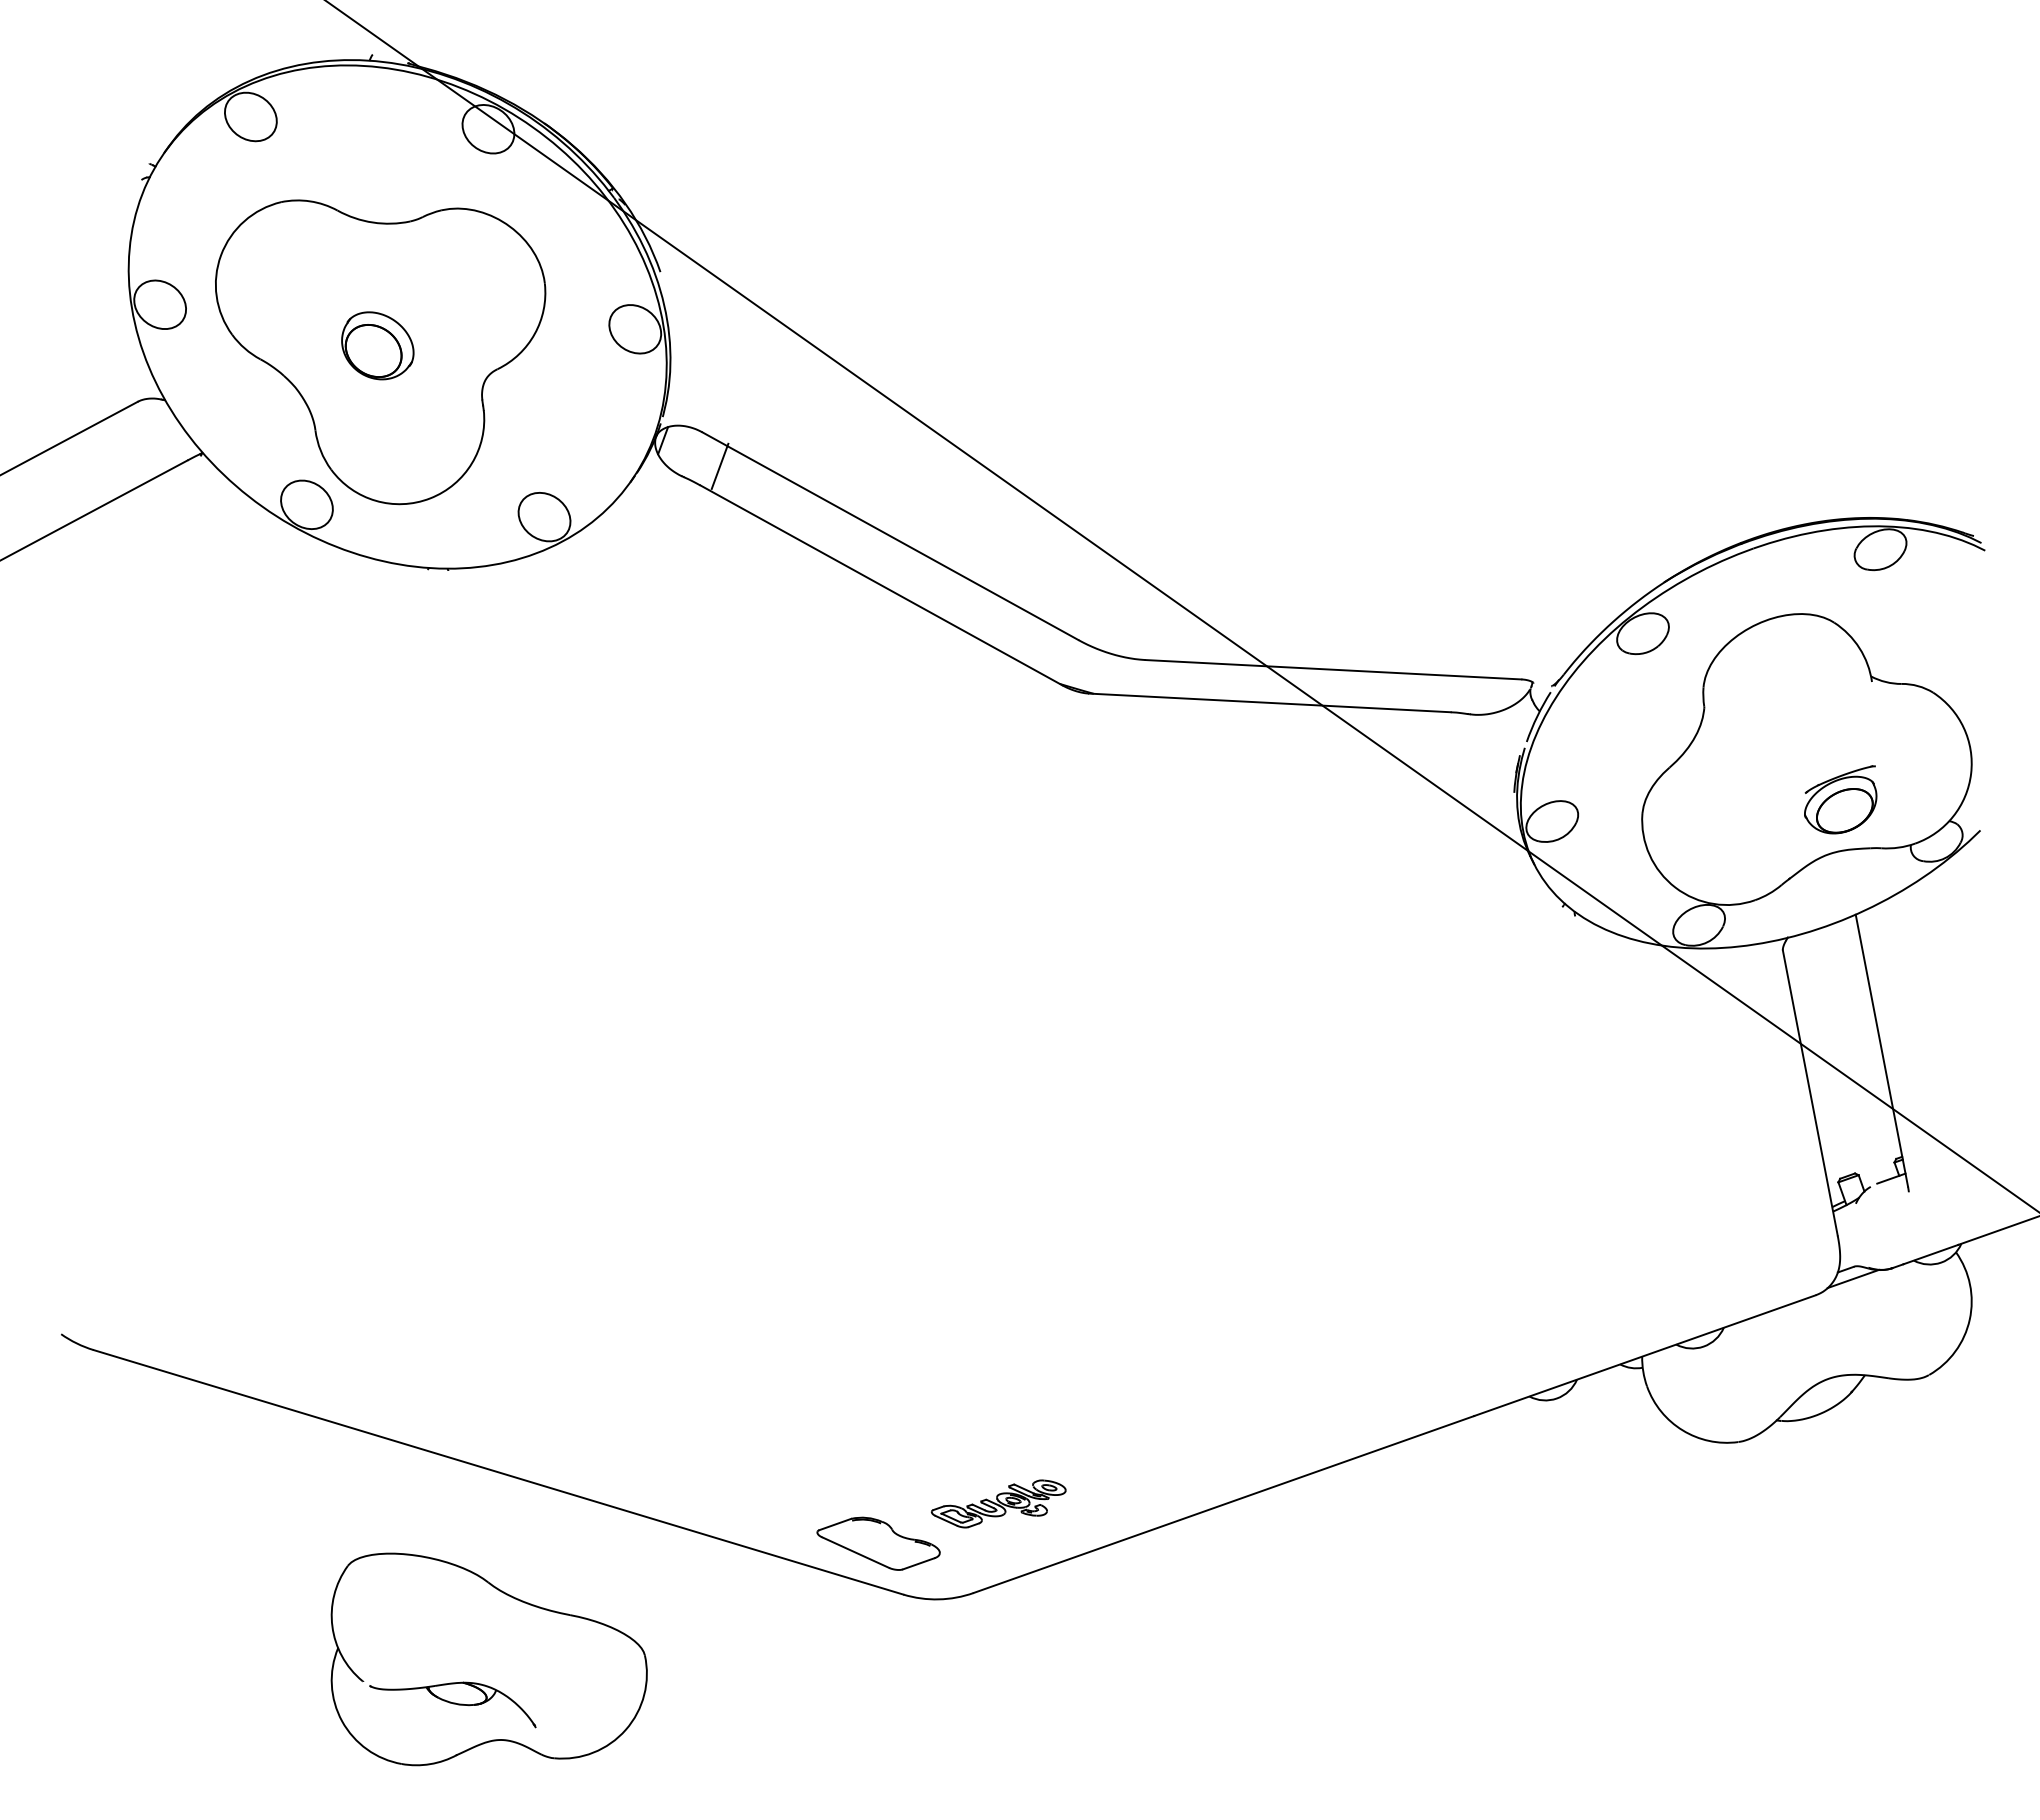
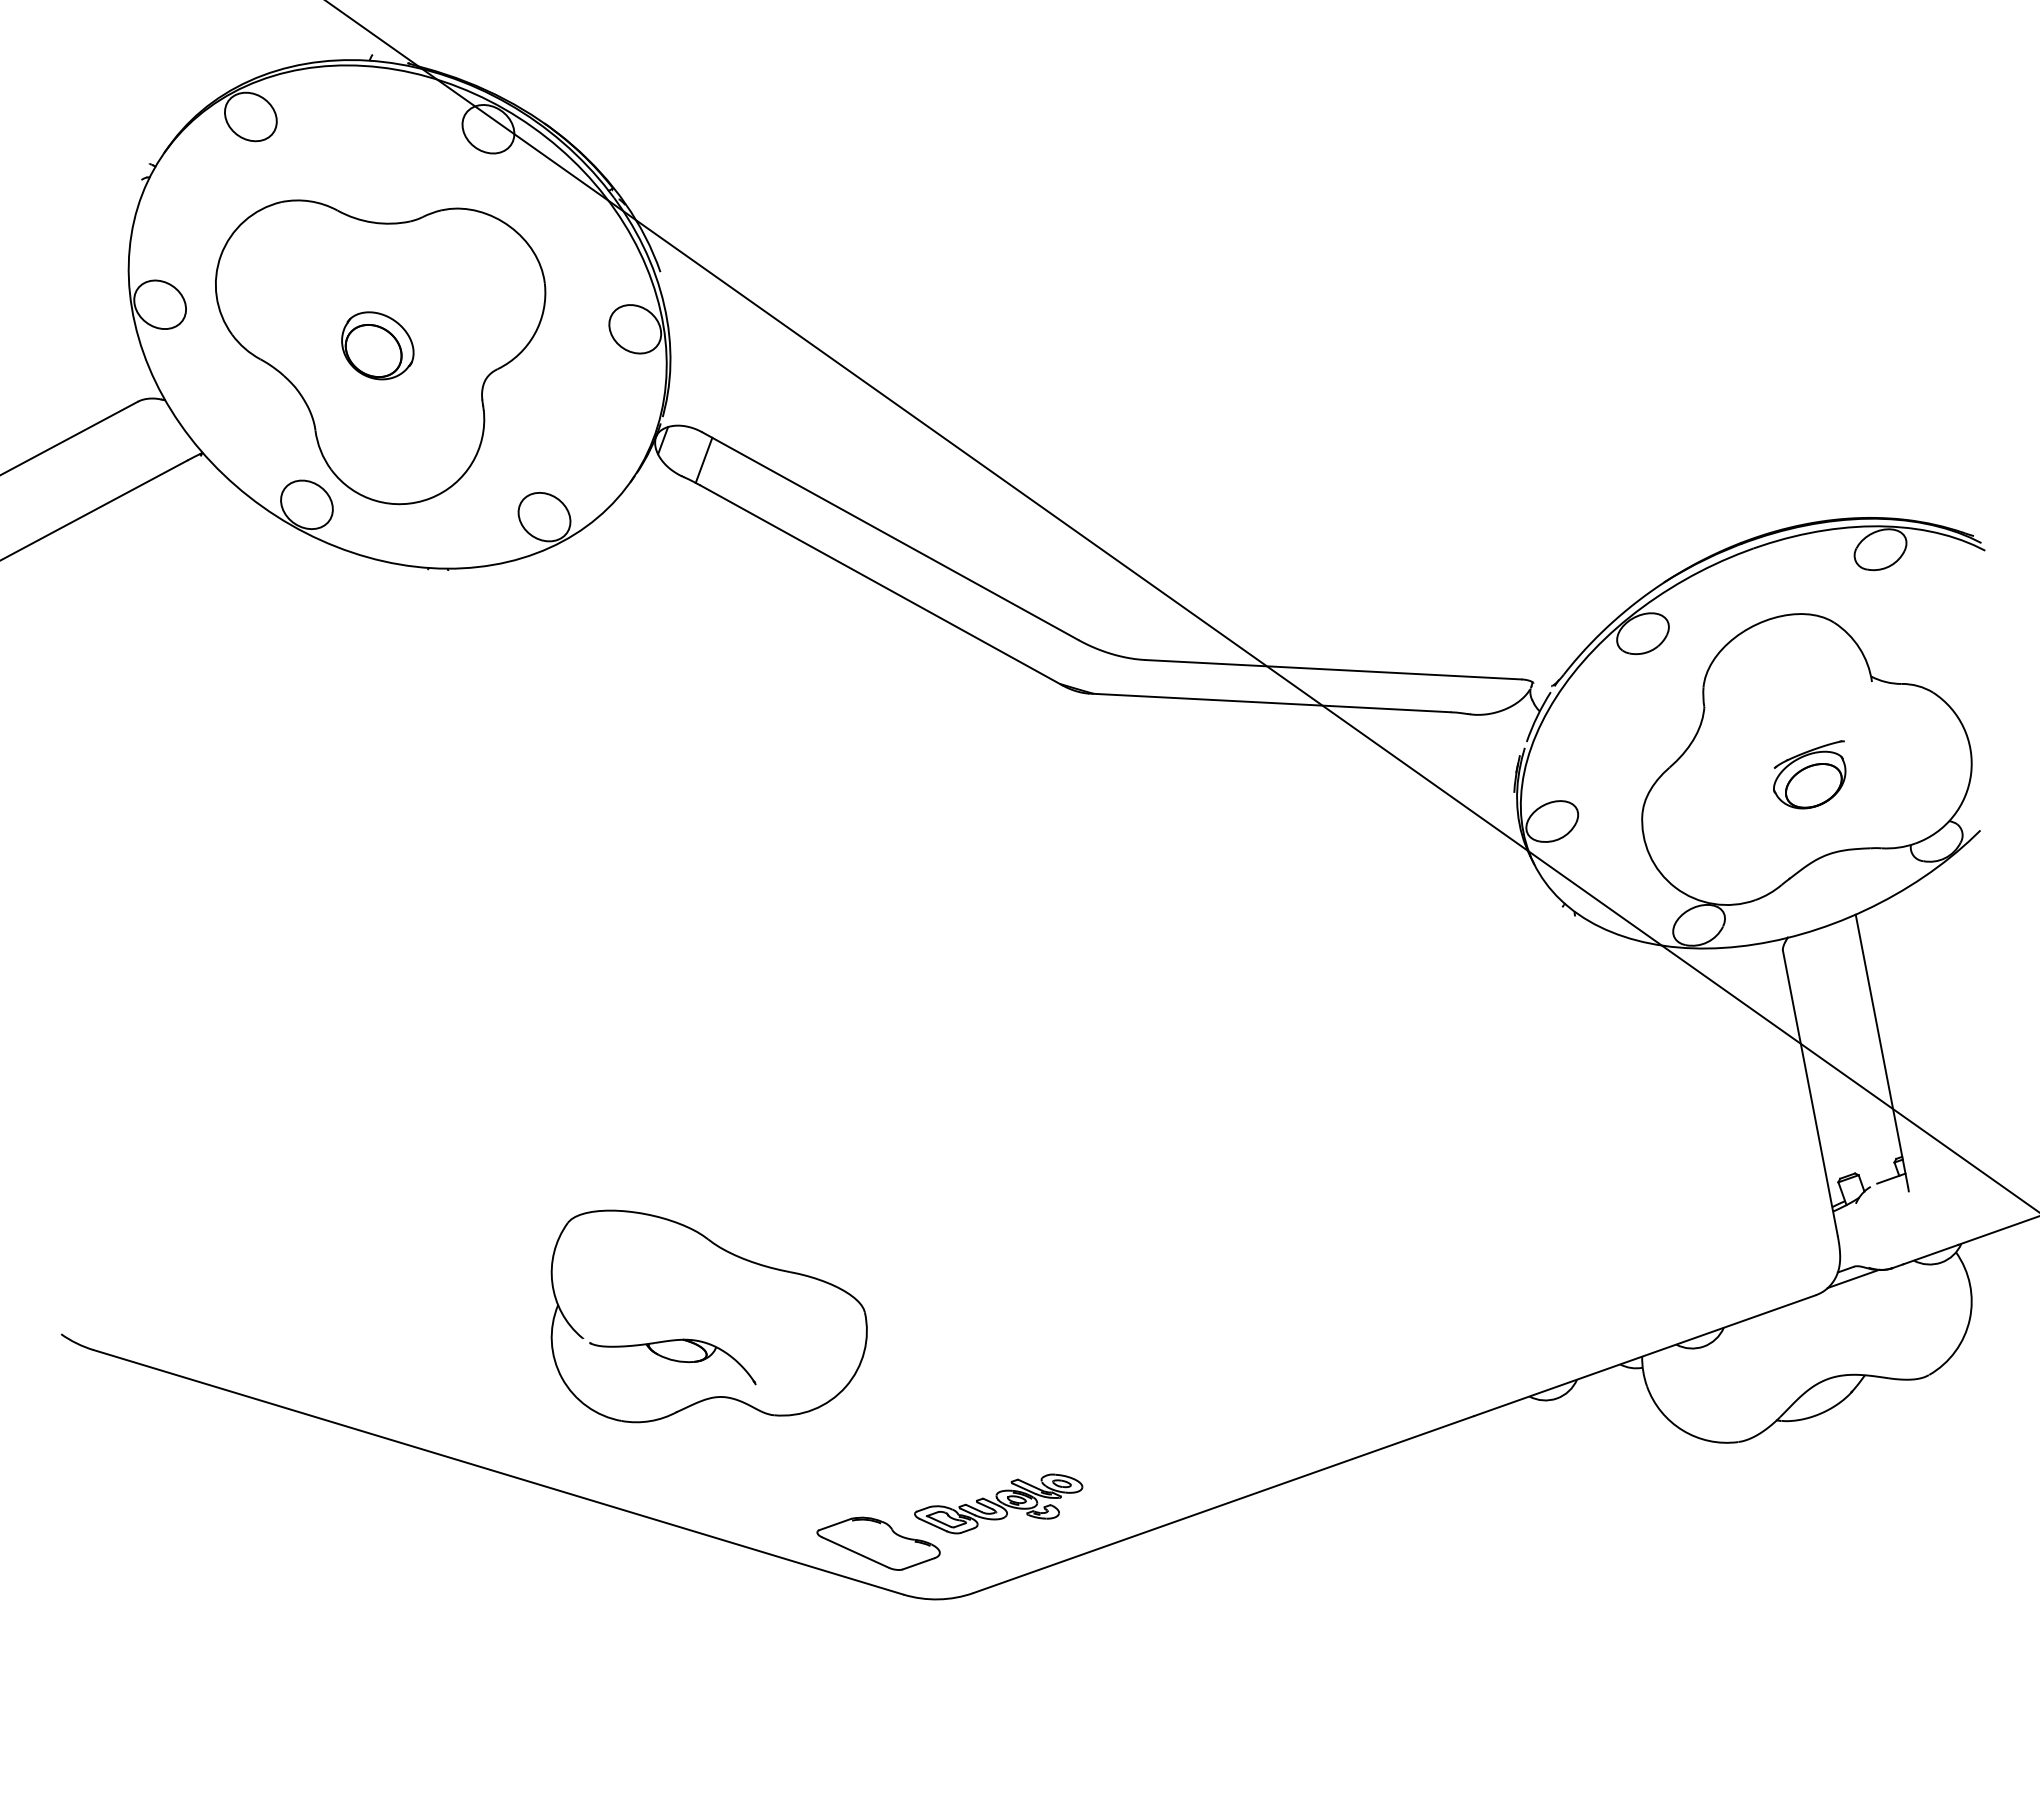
line at (719, 465) position: (719, 465) -> (703, 459)
part at (1840, 799) position: (1840, 799) -> (1809, 774)
part at (998, 1503) size: 137x50 px -> 170x62 px
part at (488, 1659) position: (488, 1659) -> (708, 1316)
